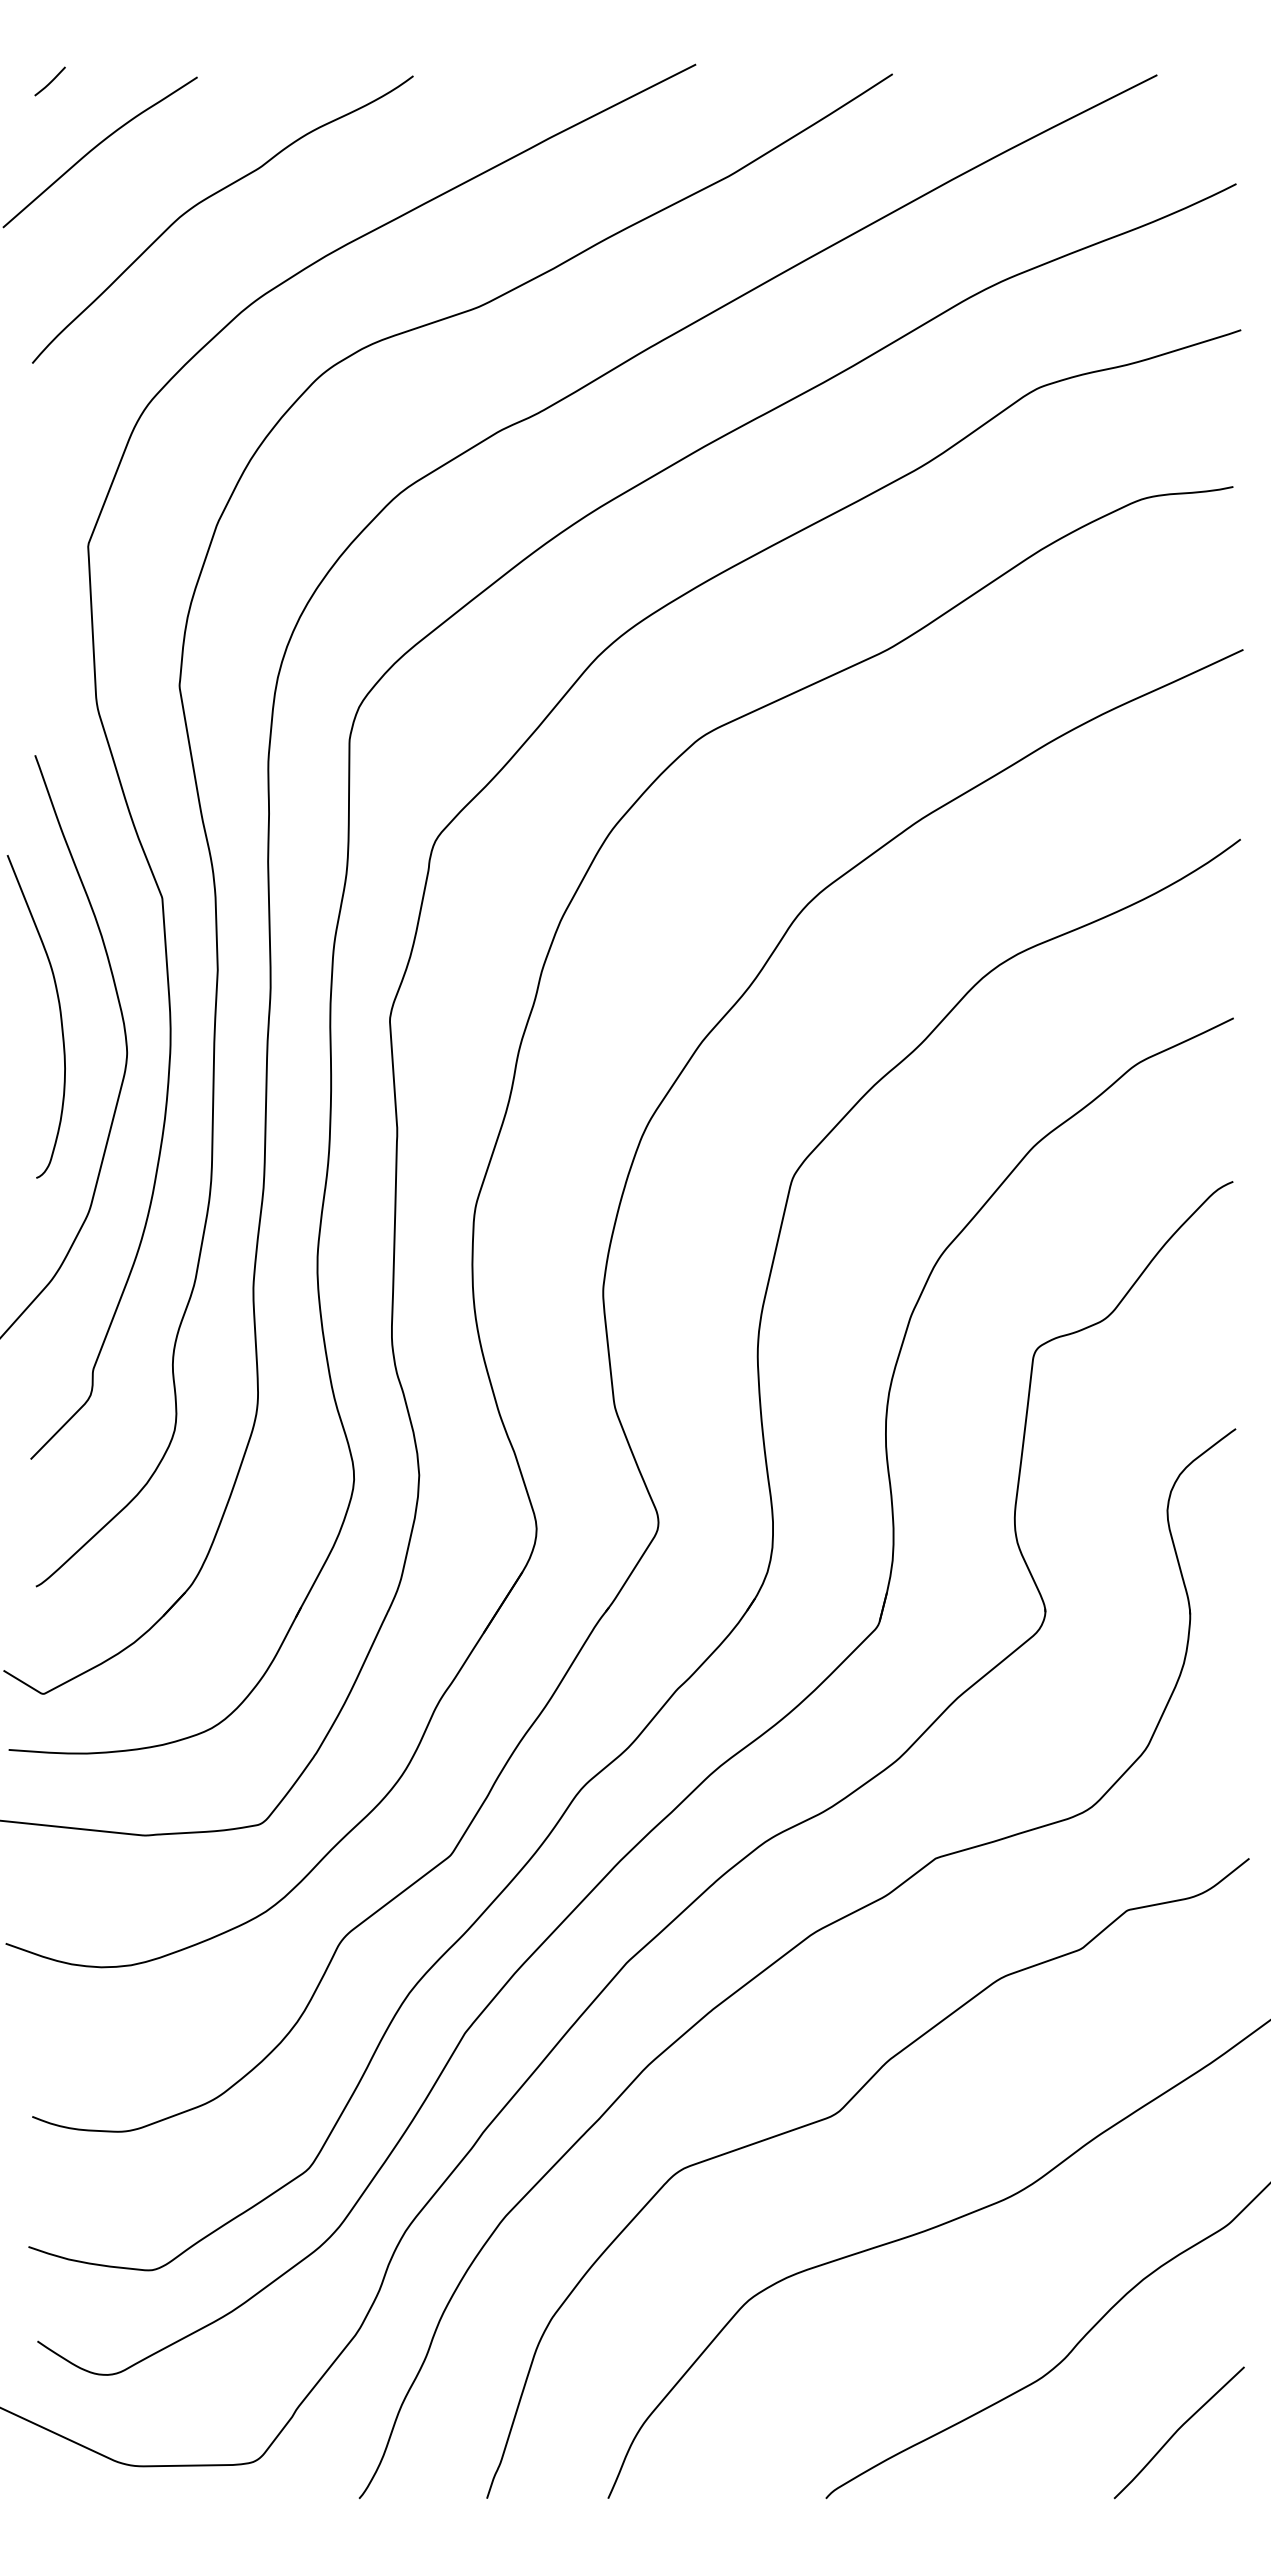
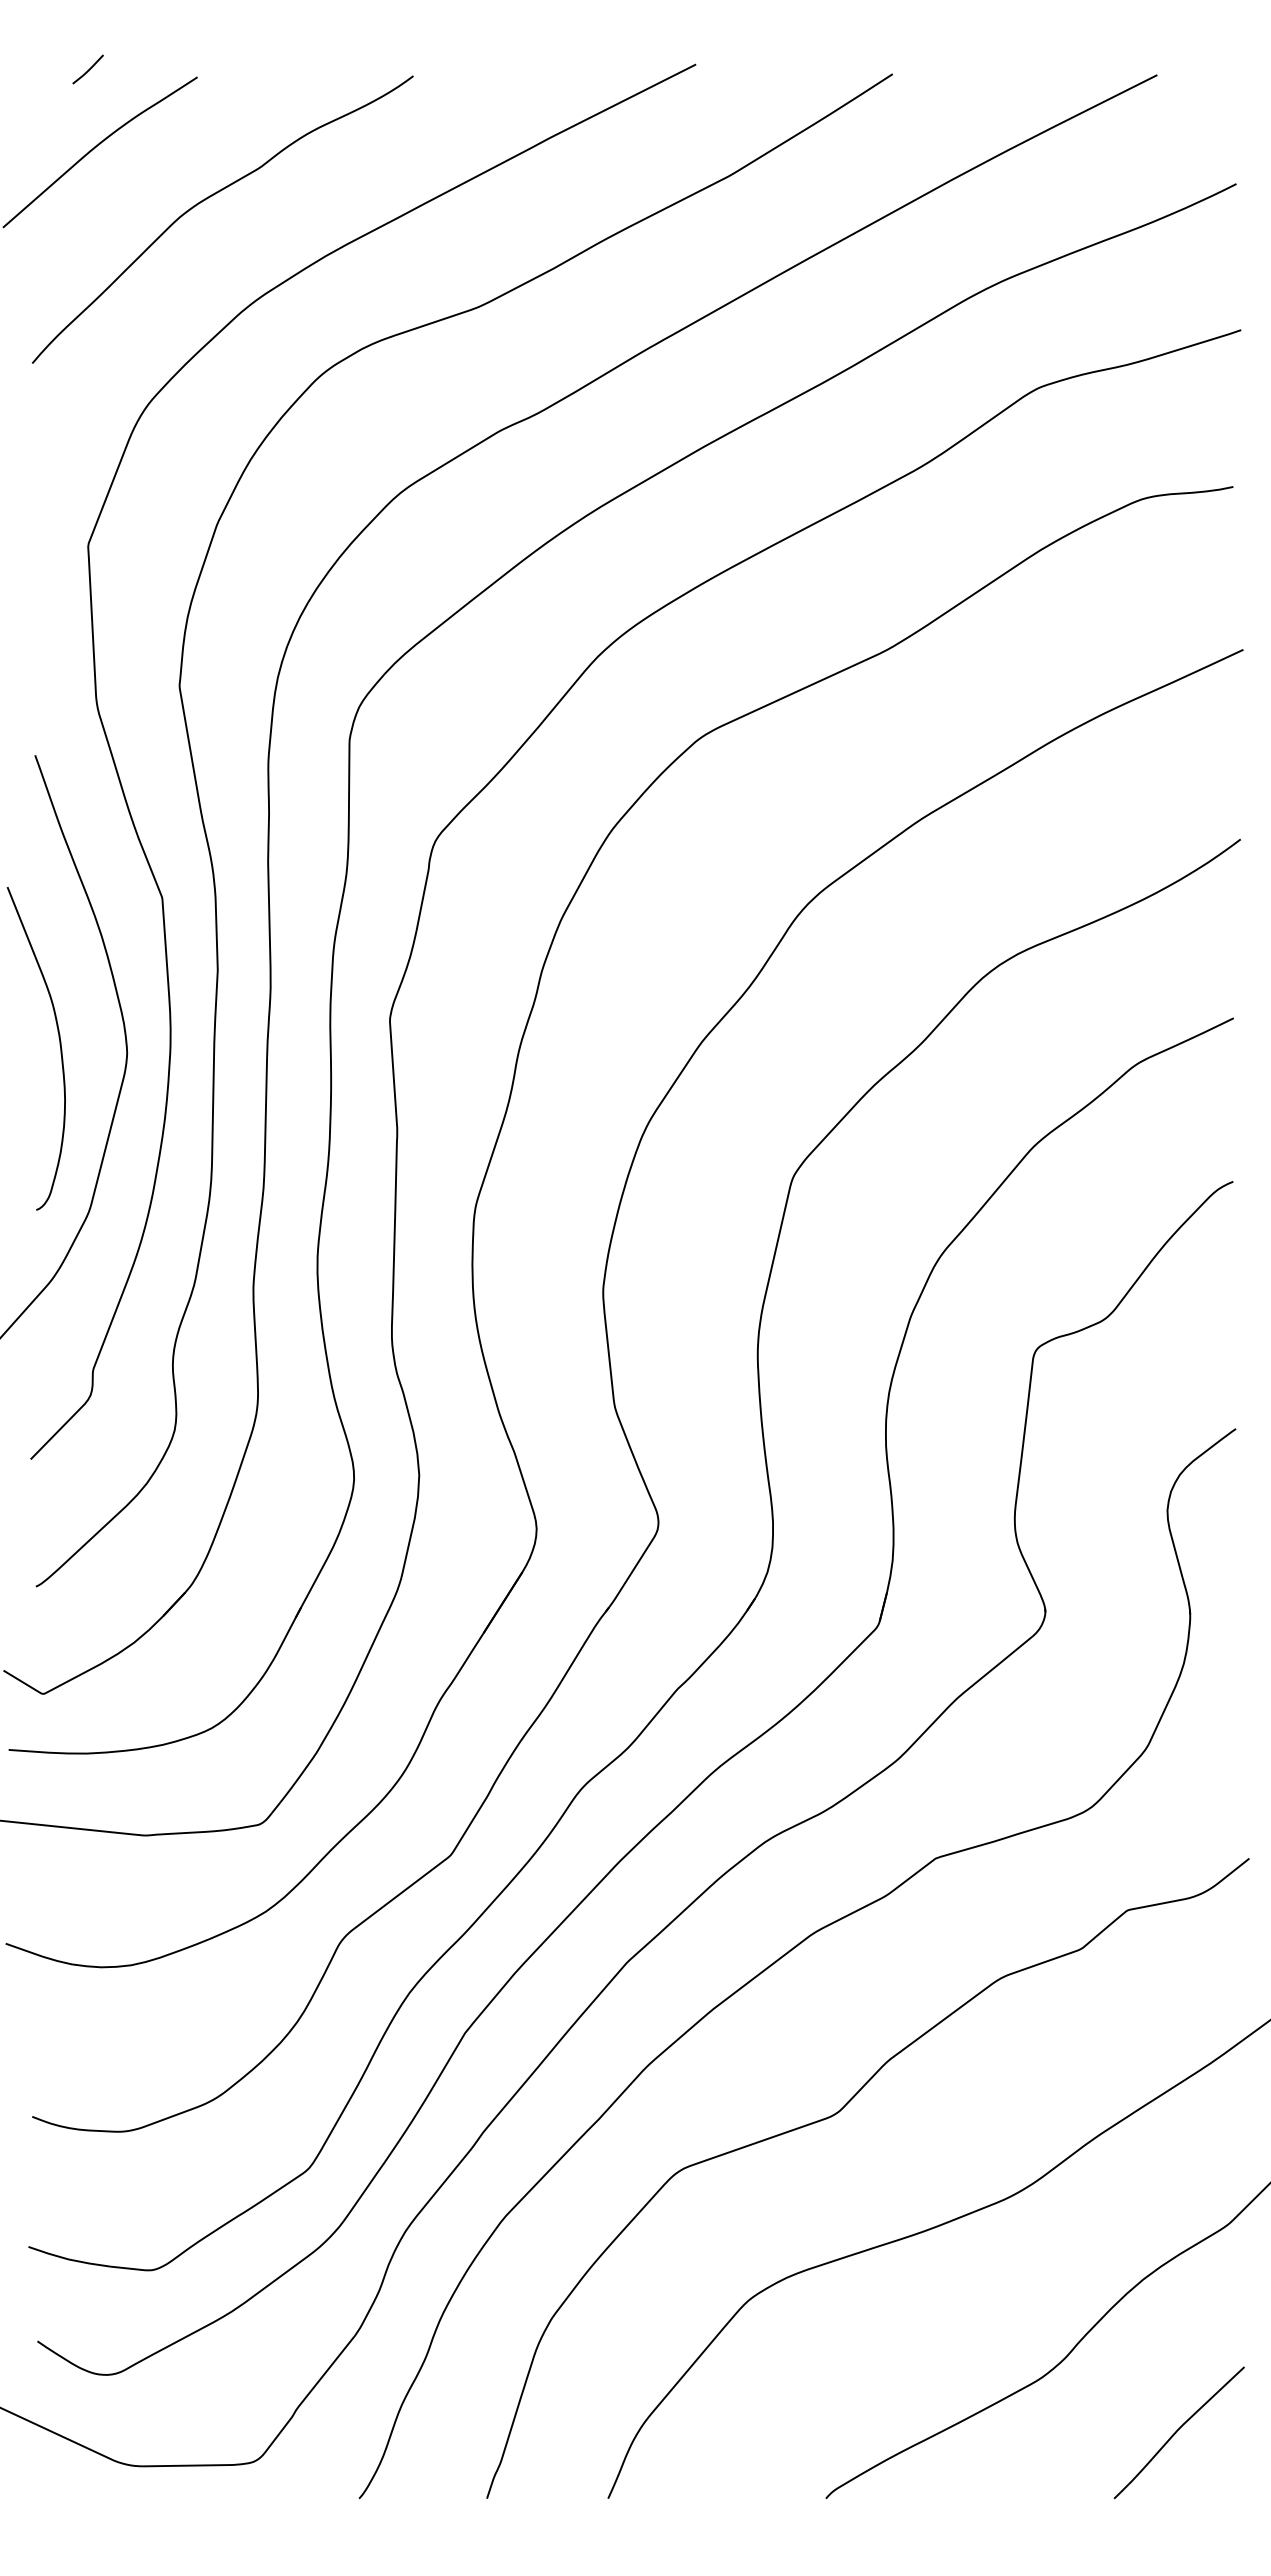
curve at (50, 81) position: (50, 81) -> (88, 69)
curve at (59, 1013) position: (59, 1013) -> (59, 1045)
